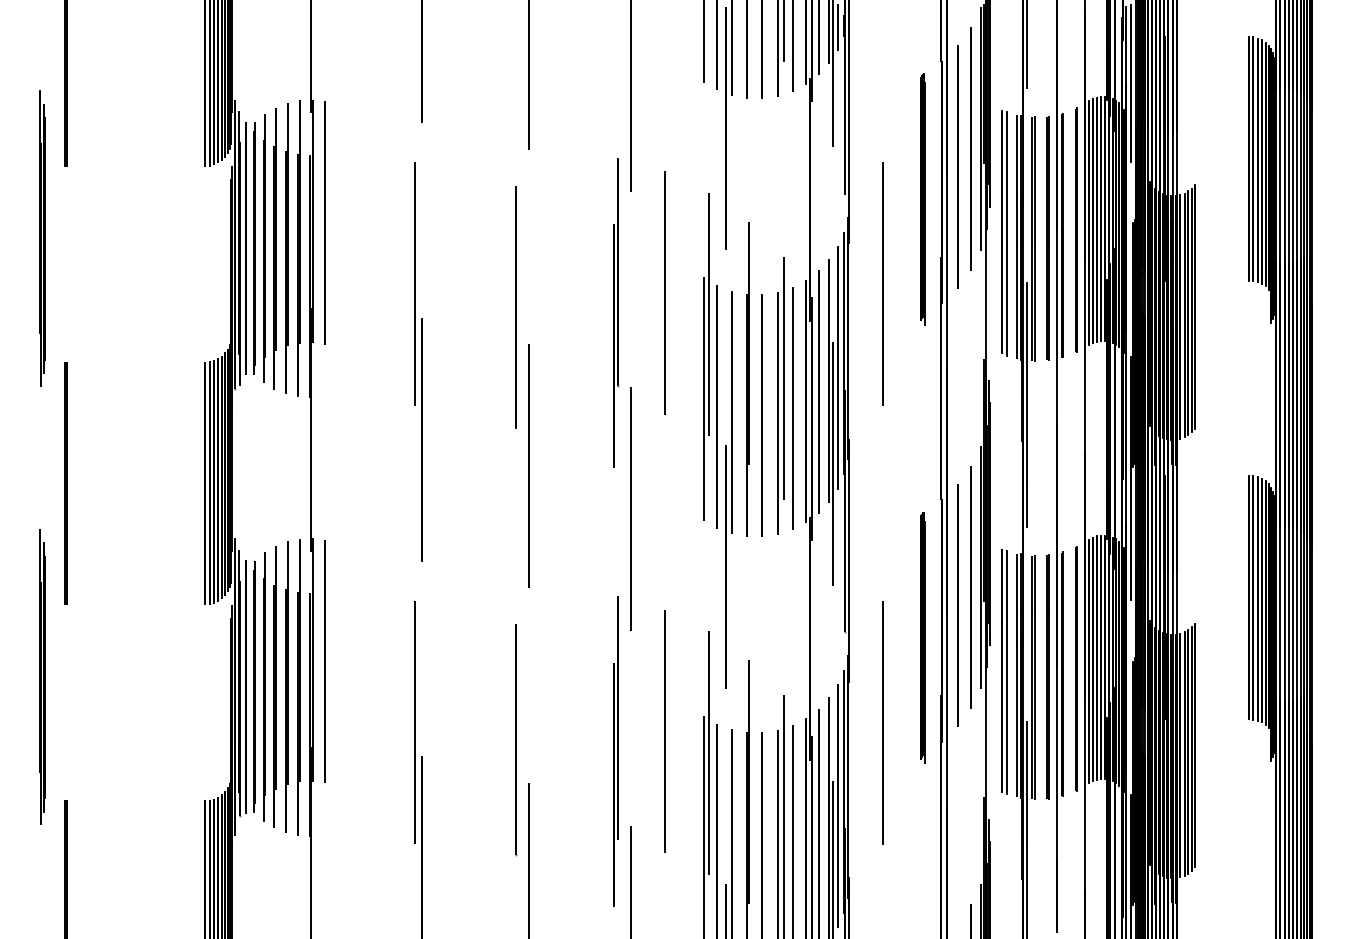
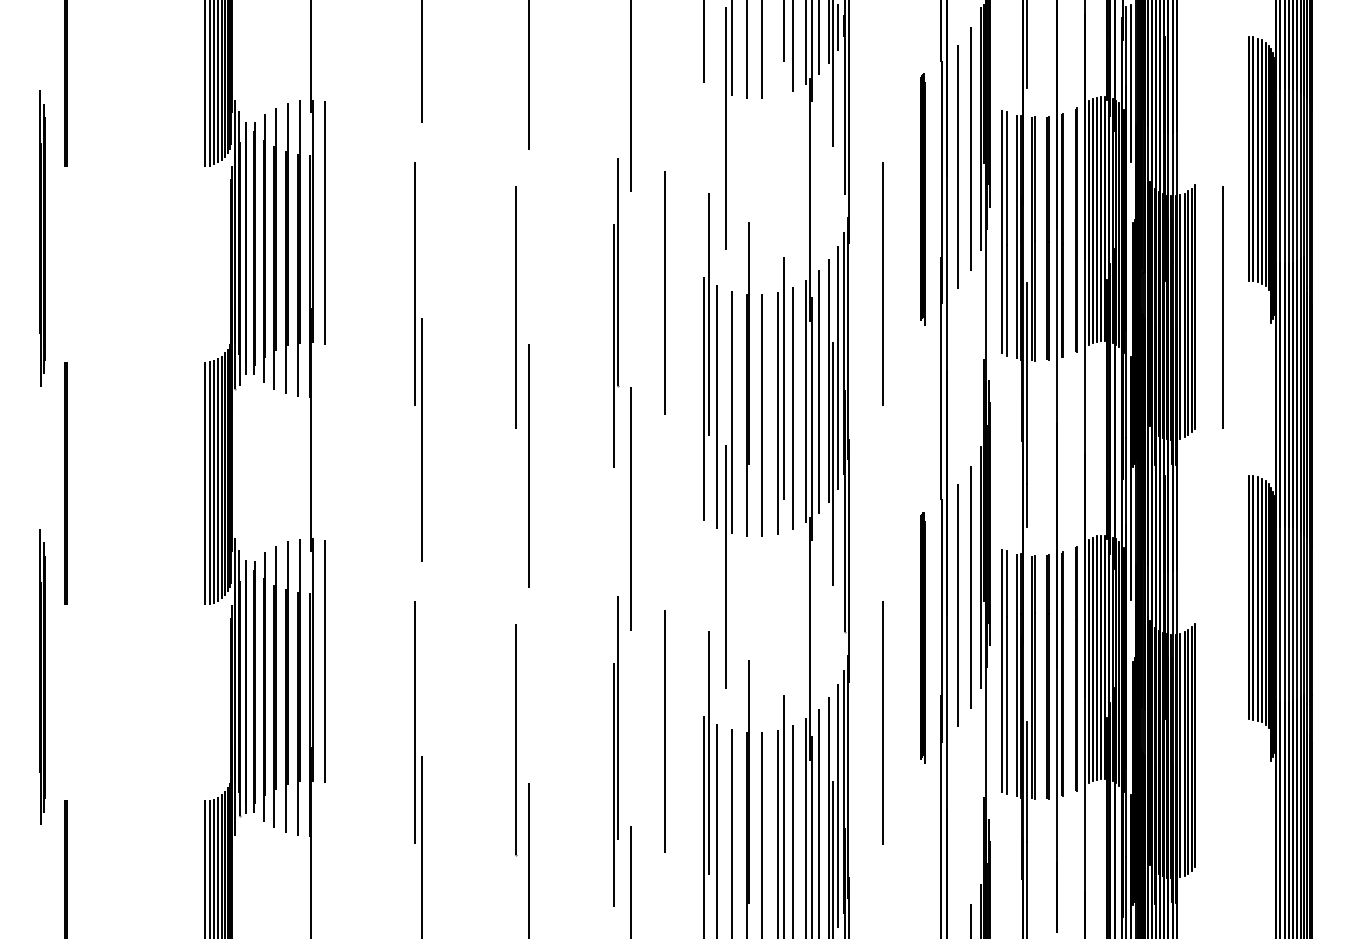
line at (717, 46): present -> none
line at (777, 49): present -> none
line at (1222, 307): none -> present
line at (725, 909): present -> none
